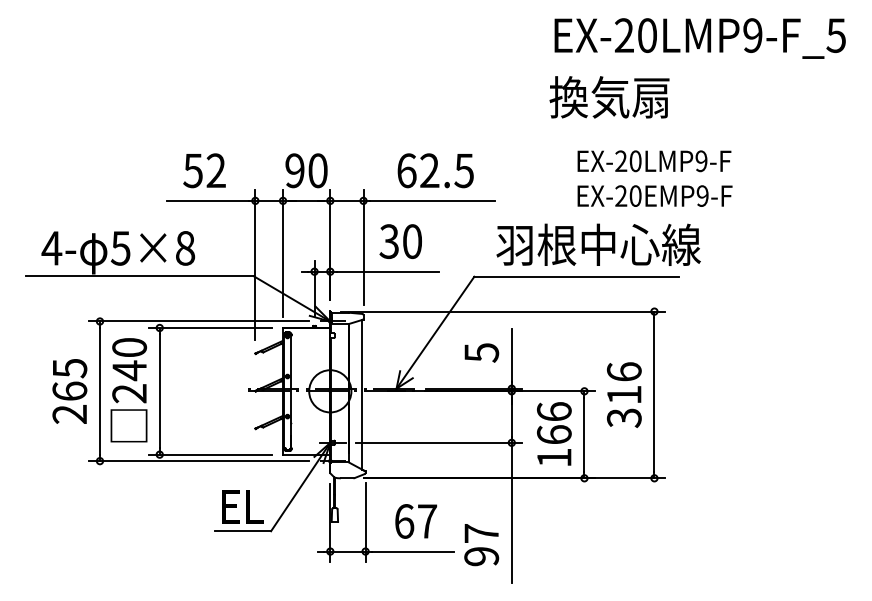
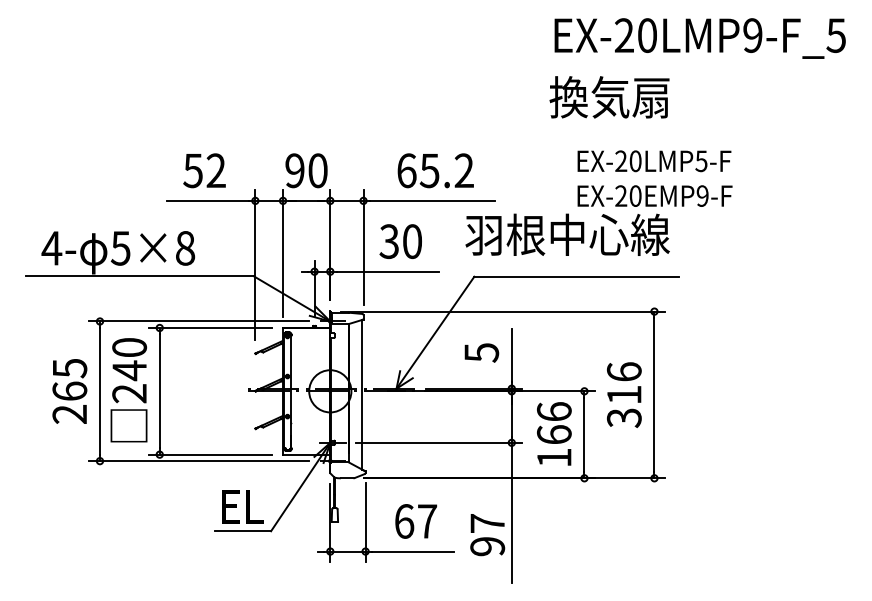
text at (701, 161): EX-20LMP9-F -> EX-20LMP5-F
text at (446, 170): 62.5 -> 65.2
text at (598, 244) position: (598, 244) -> (567, 234)
text at (481, 545) position: (481, 545) -> (487, 535)
